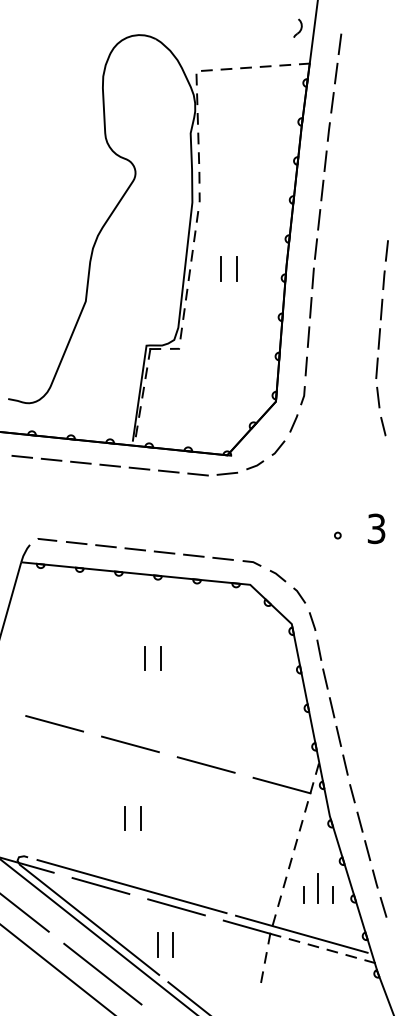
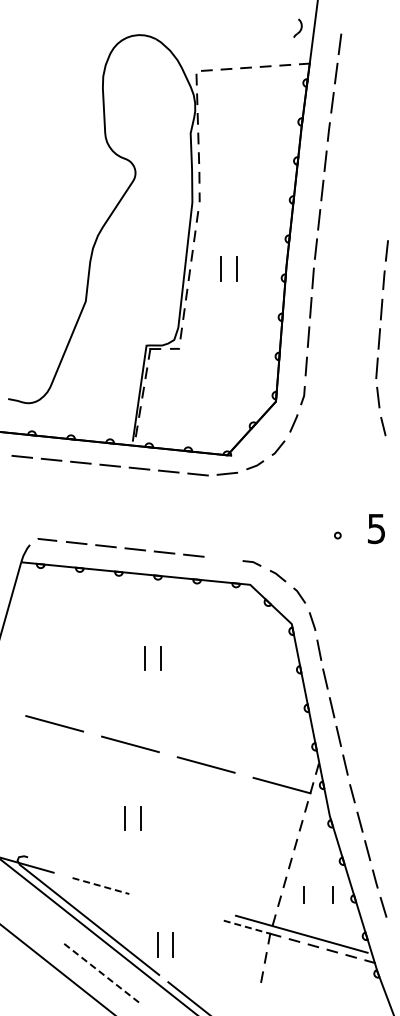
text at (376, 528): 3 -> 5
line at (222, 558): present -> none
line at (101, 886): solid -> dashed
line at (131, 886): present -> none
line at (318, 888): present -> none
line at (176, 907): present -> none
line at (25, 913): present -> none
line at (247, 927): solid -> dashed
line at (103, 974): solid -> dashed
